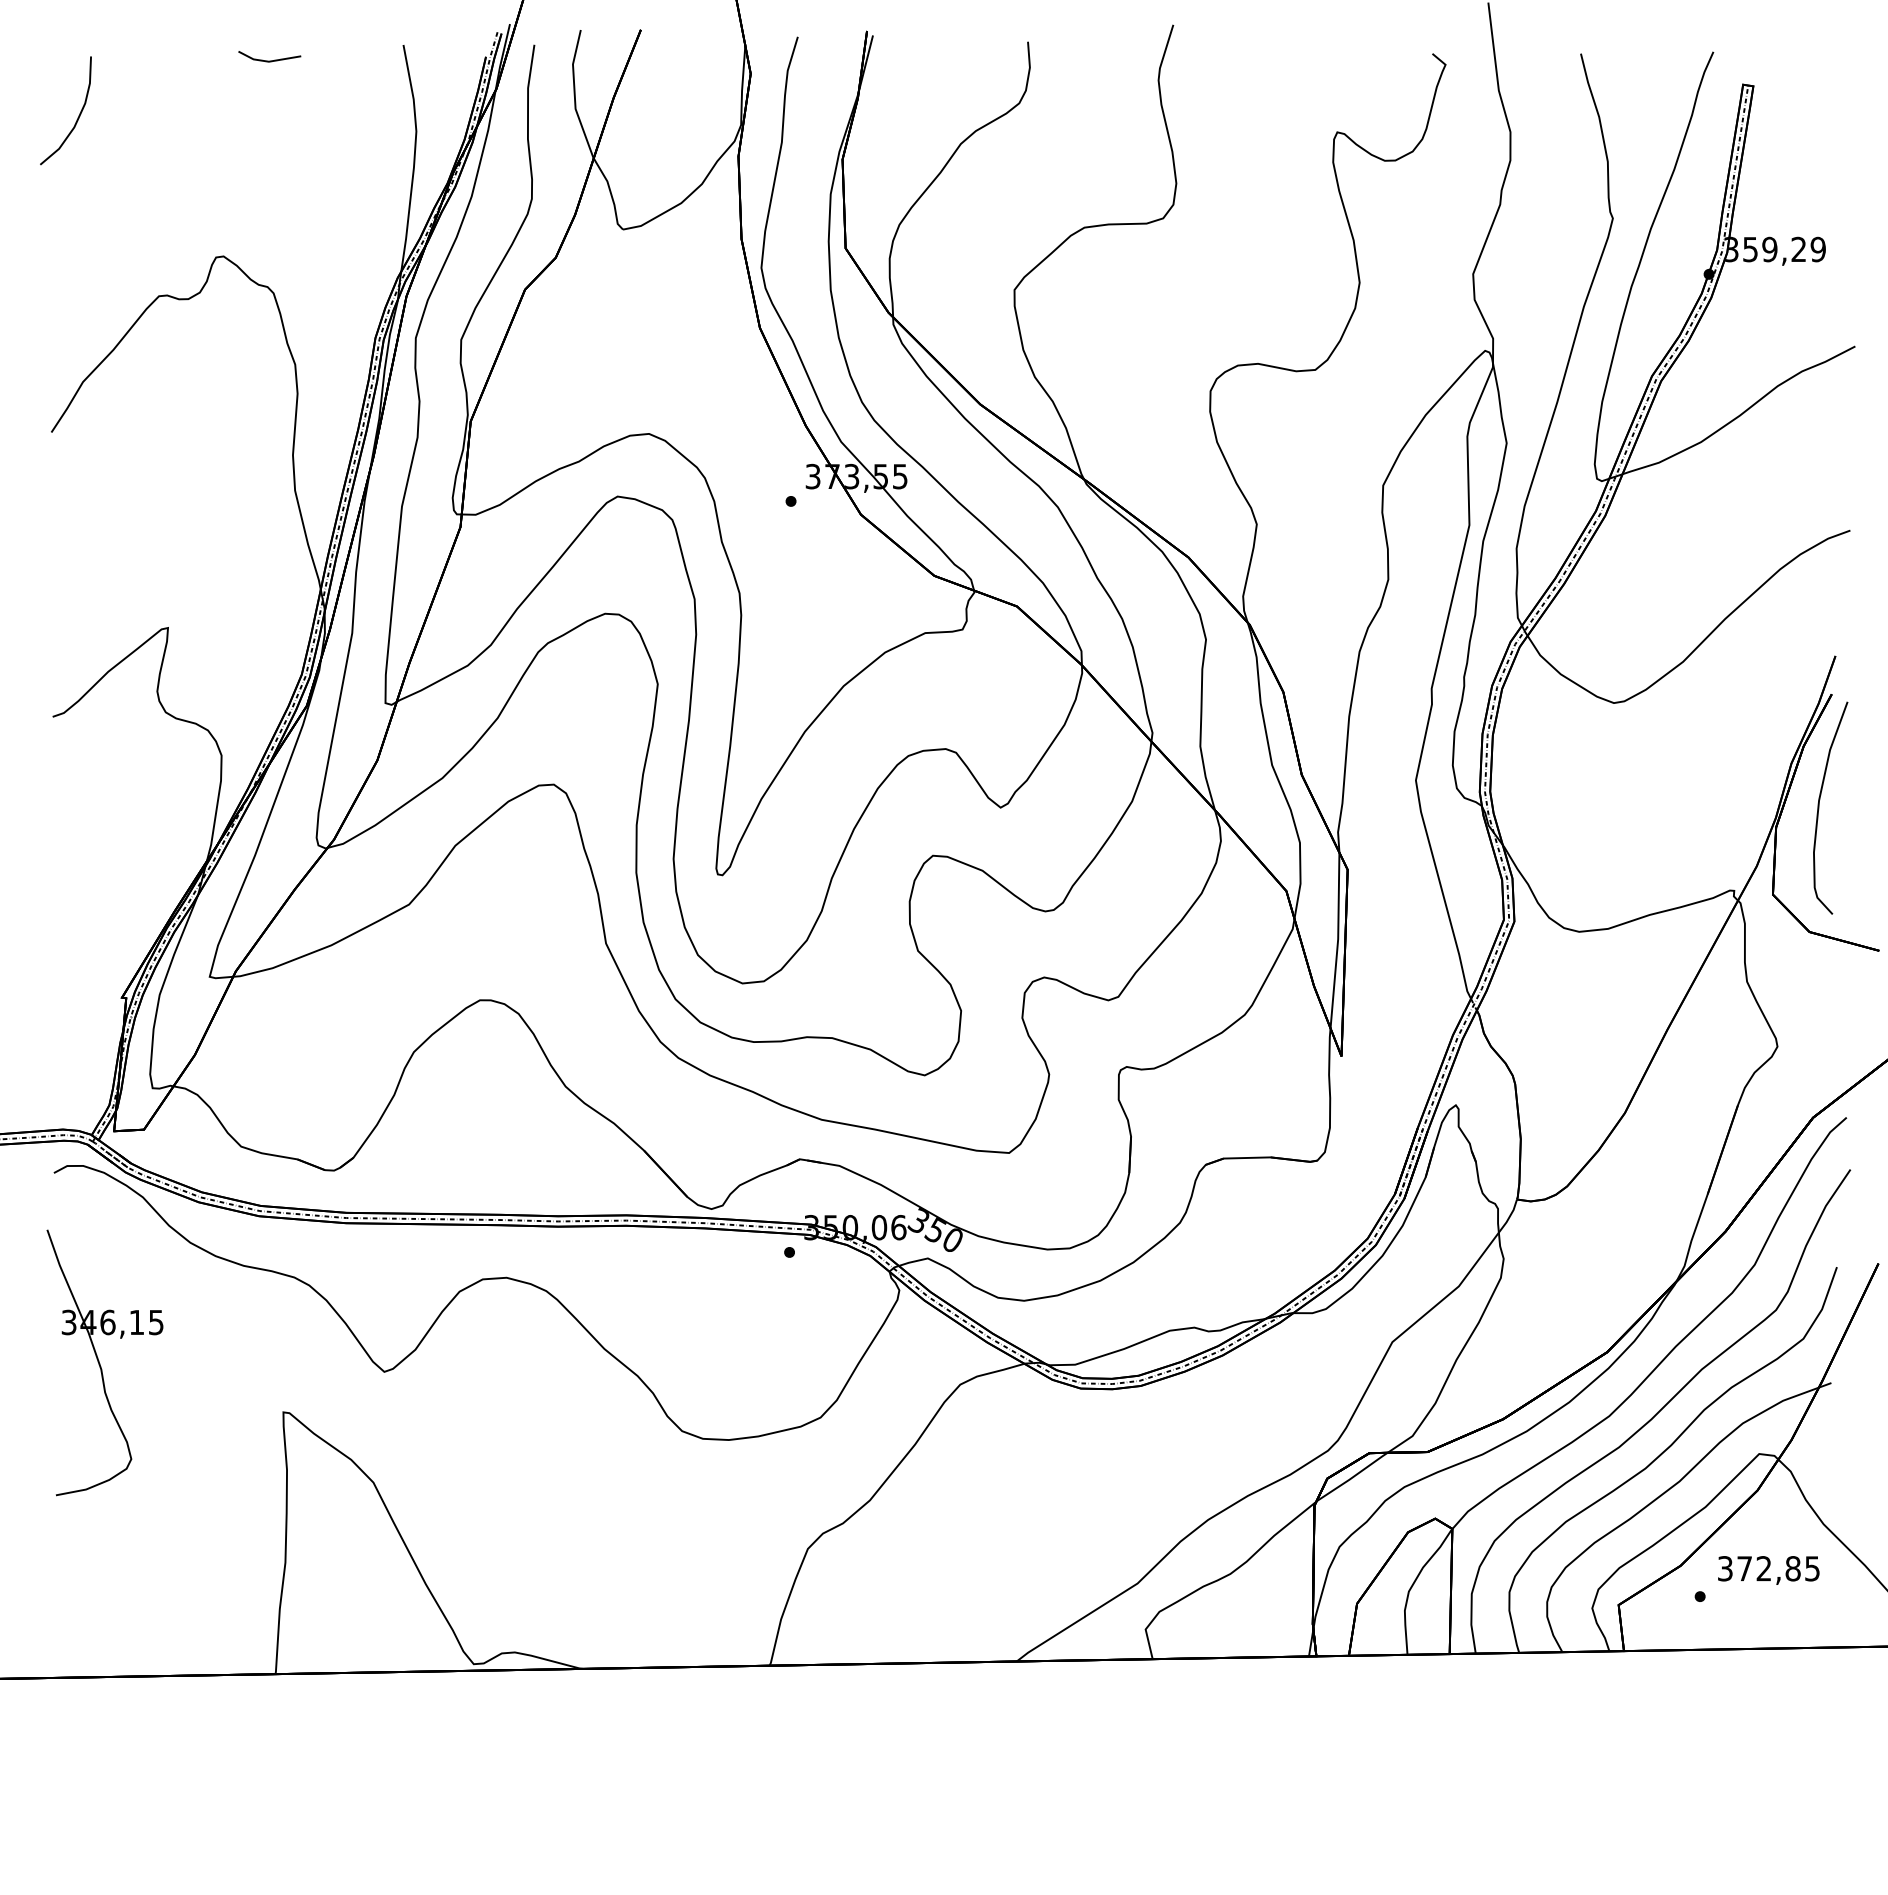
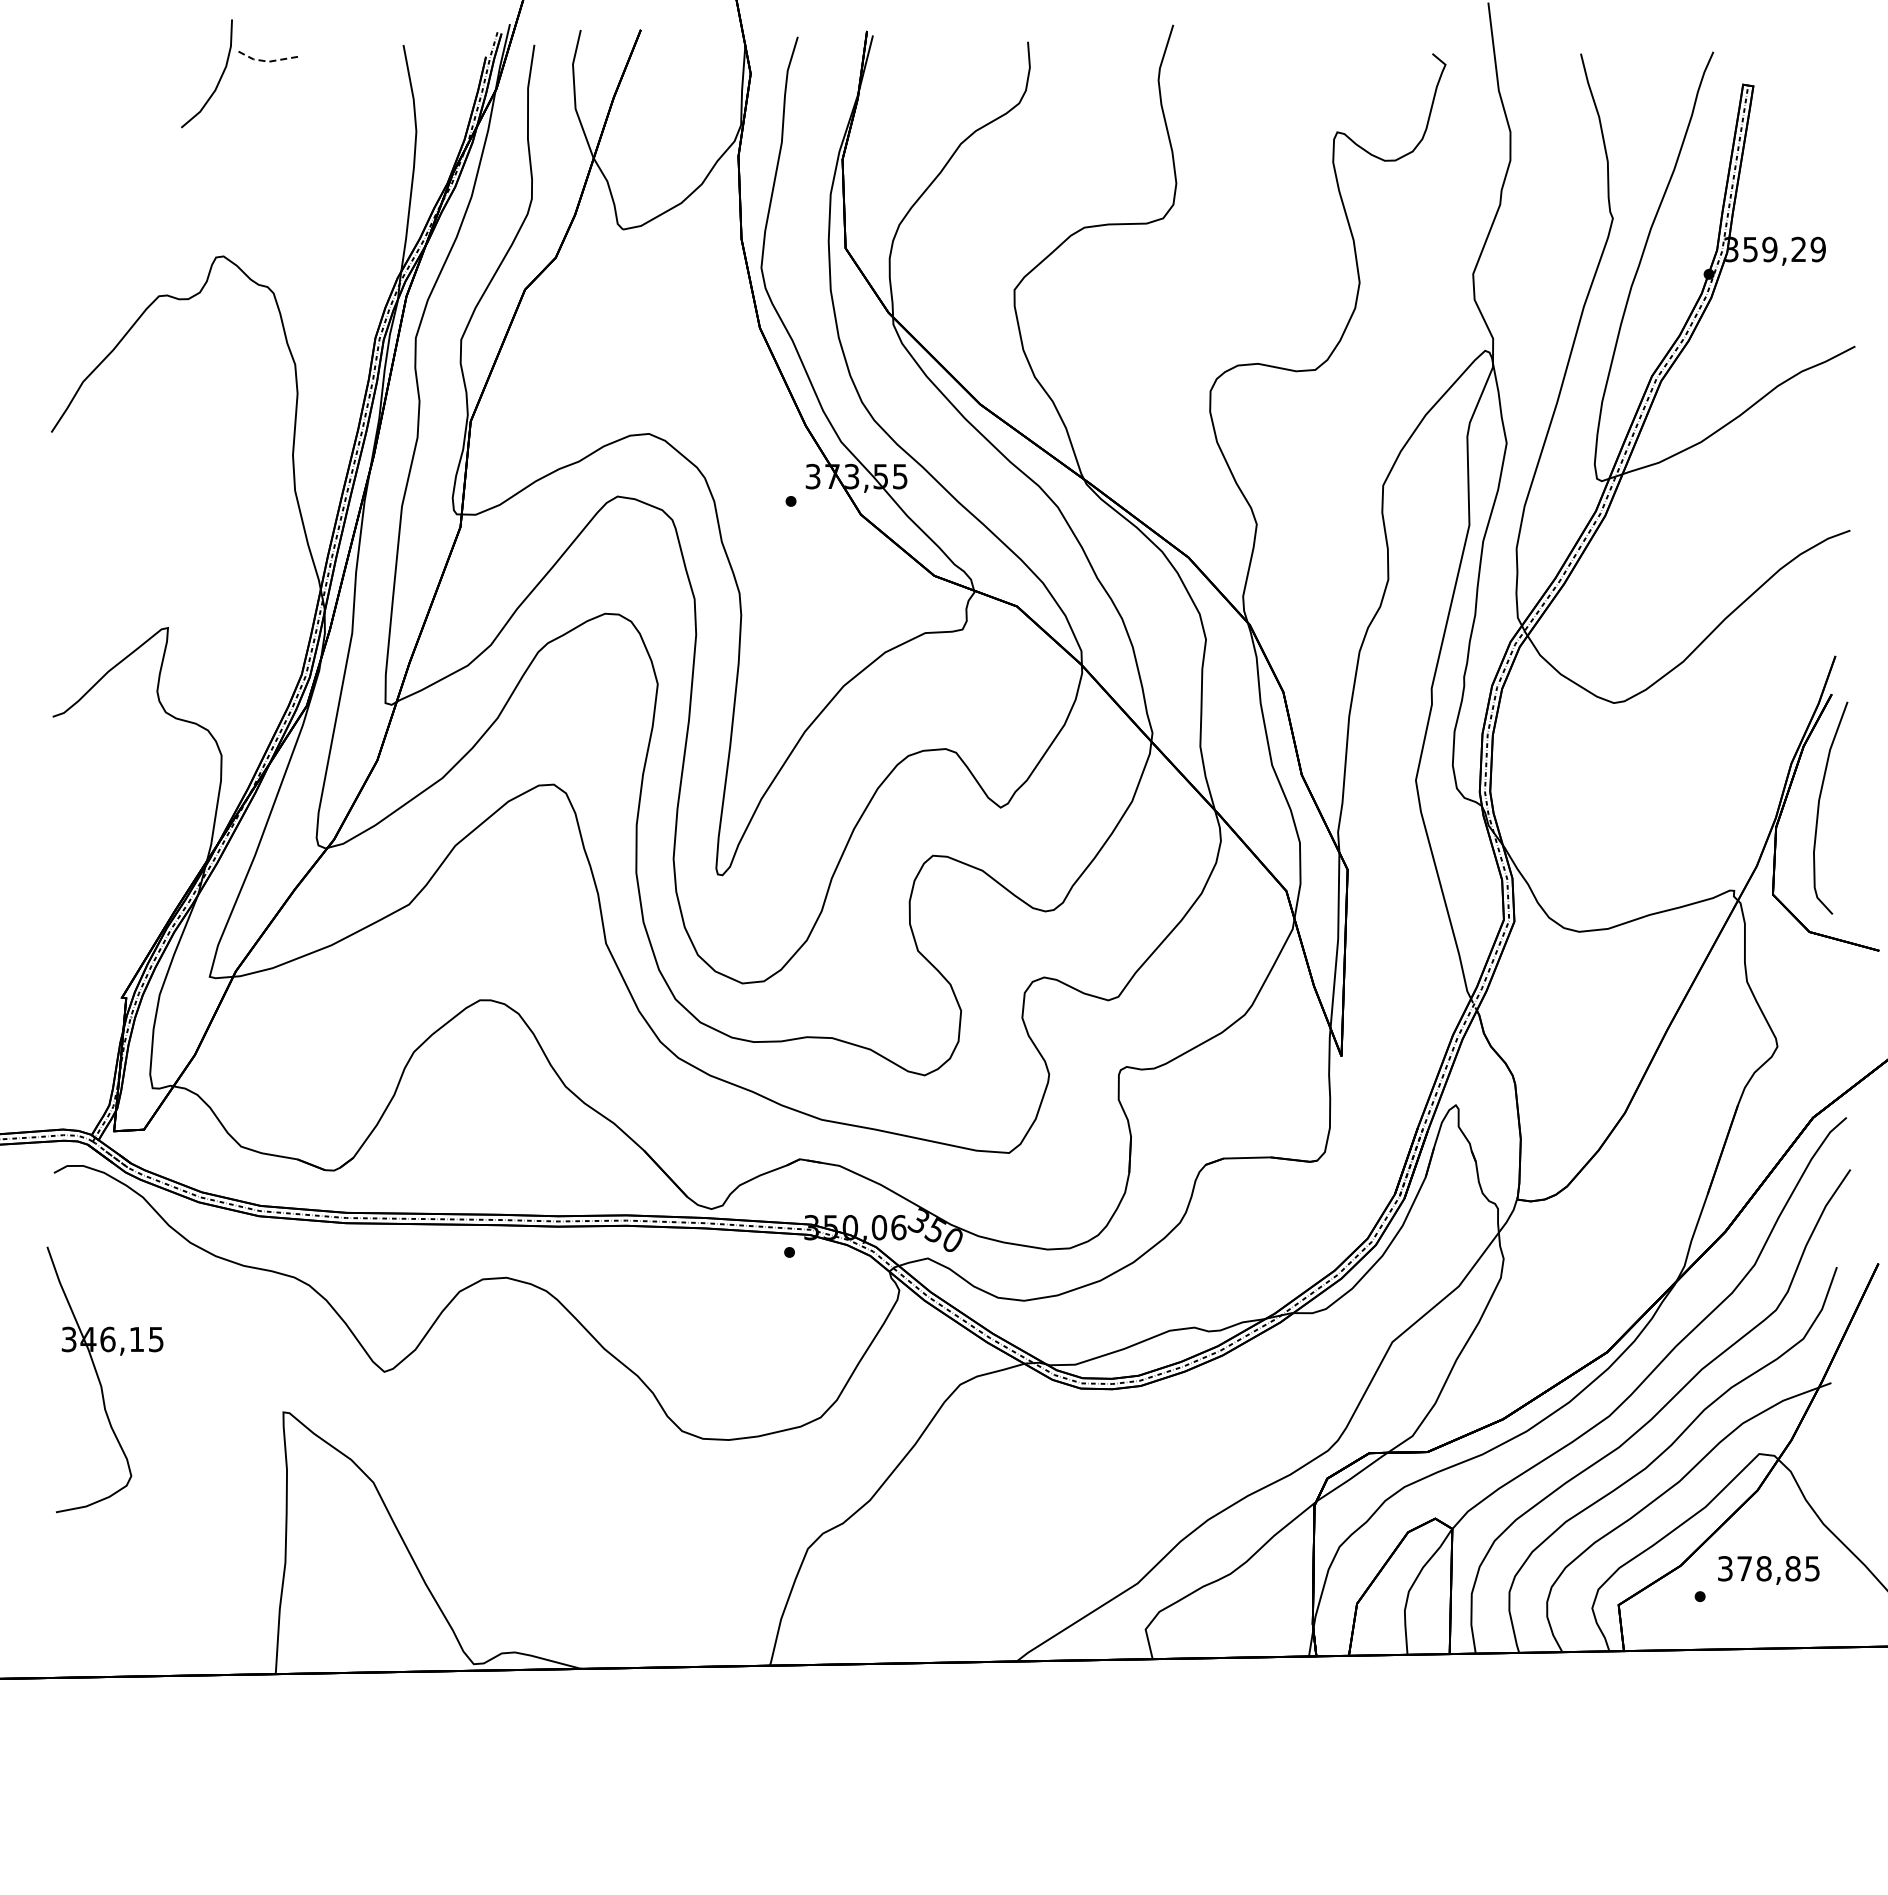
line at (268, 61): solid -> dashed
curve at (77, 117) position: (77, 117) -> (218, 80)
part at (104, 1362) position: (104, 1362) -> (104, 1379)
text at (1763, 1568): 372,85 -> 378,85
